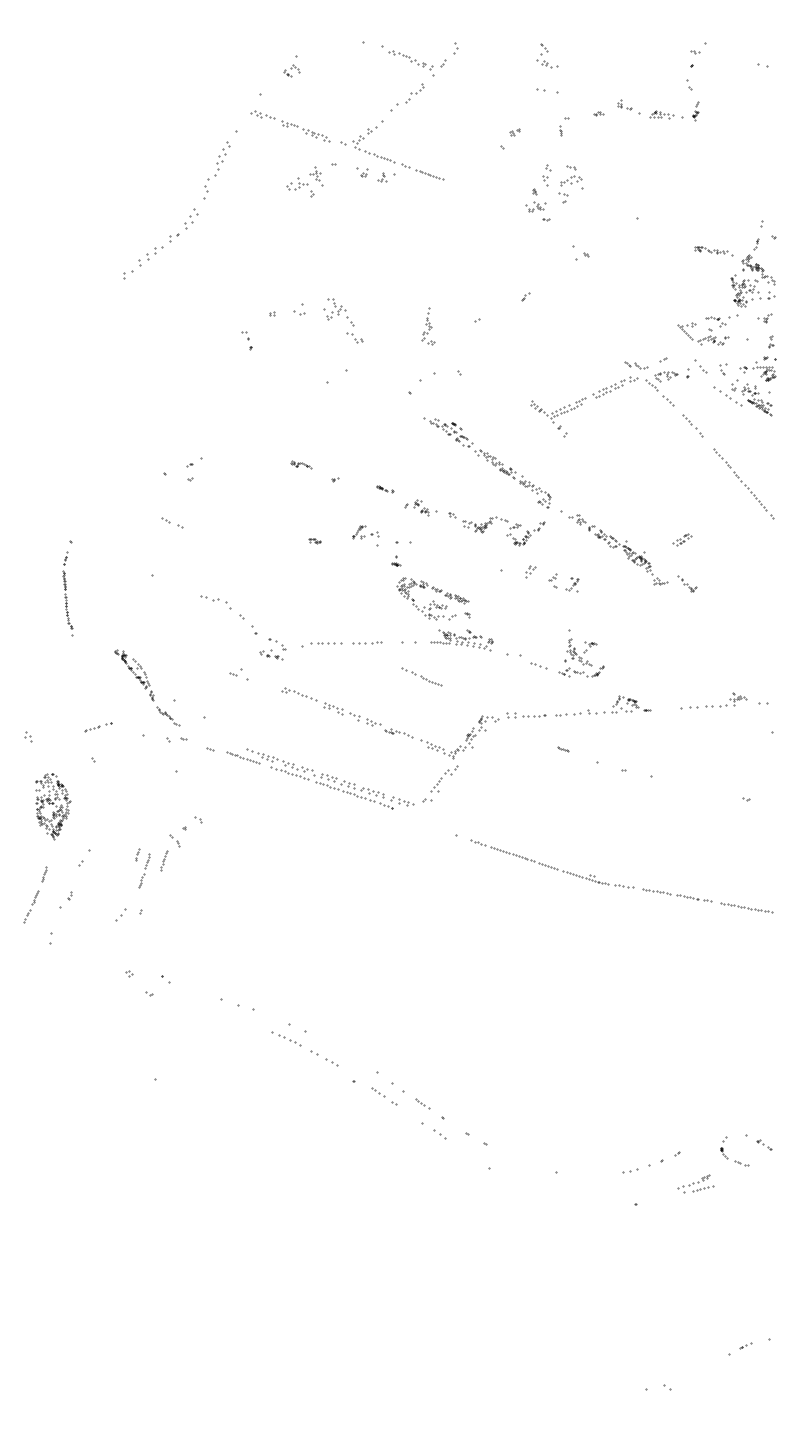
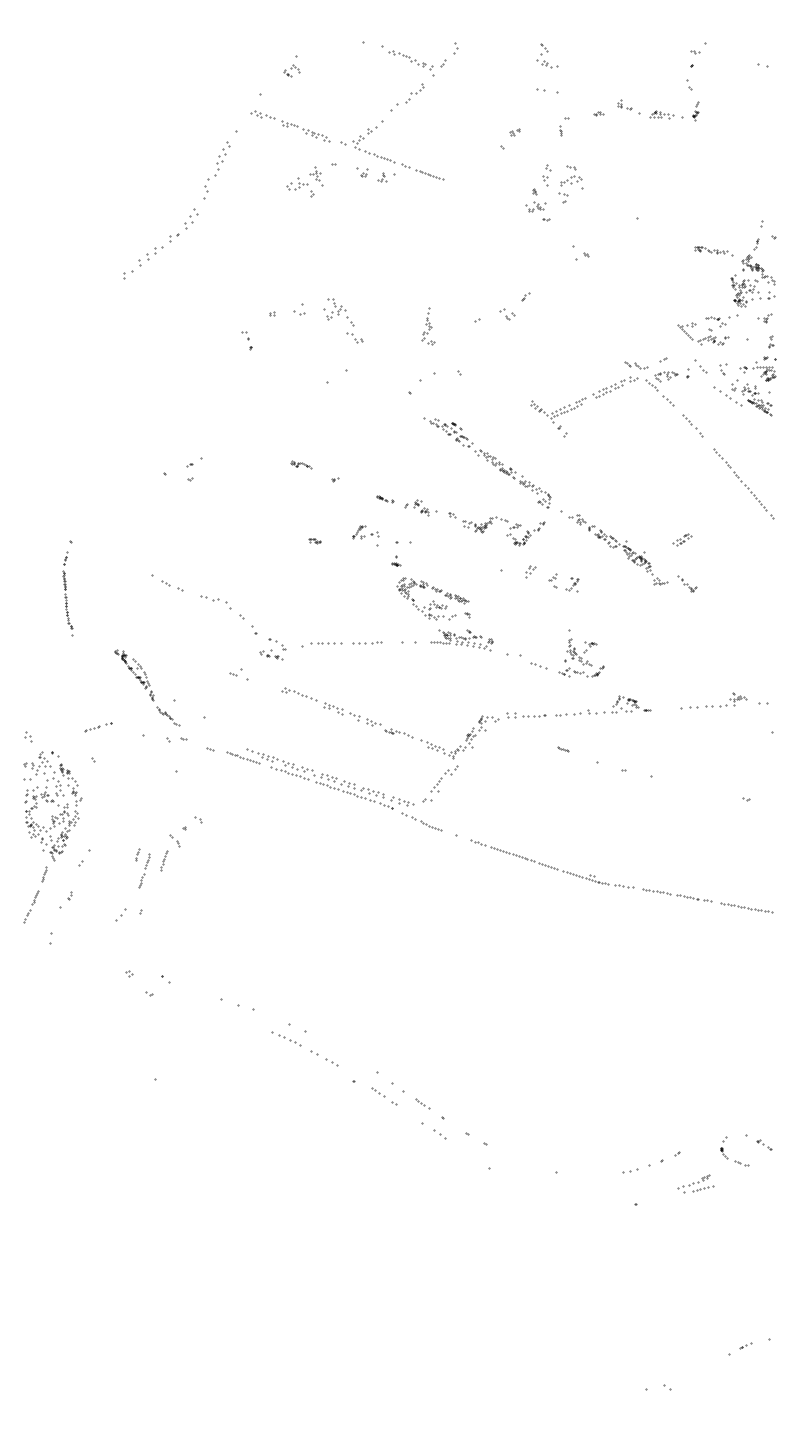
part at (507, 314): none -> present
part at (385, 489) position: (385, 489) -> (385, 499)
part at (172, 522) position: (172, 522) -> (172, 585)
part at (421, 676) position: (421, 676) -> (421, 821)
part at (53, 806) size: 37x68 px -> 60x111 px
